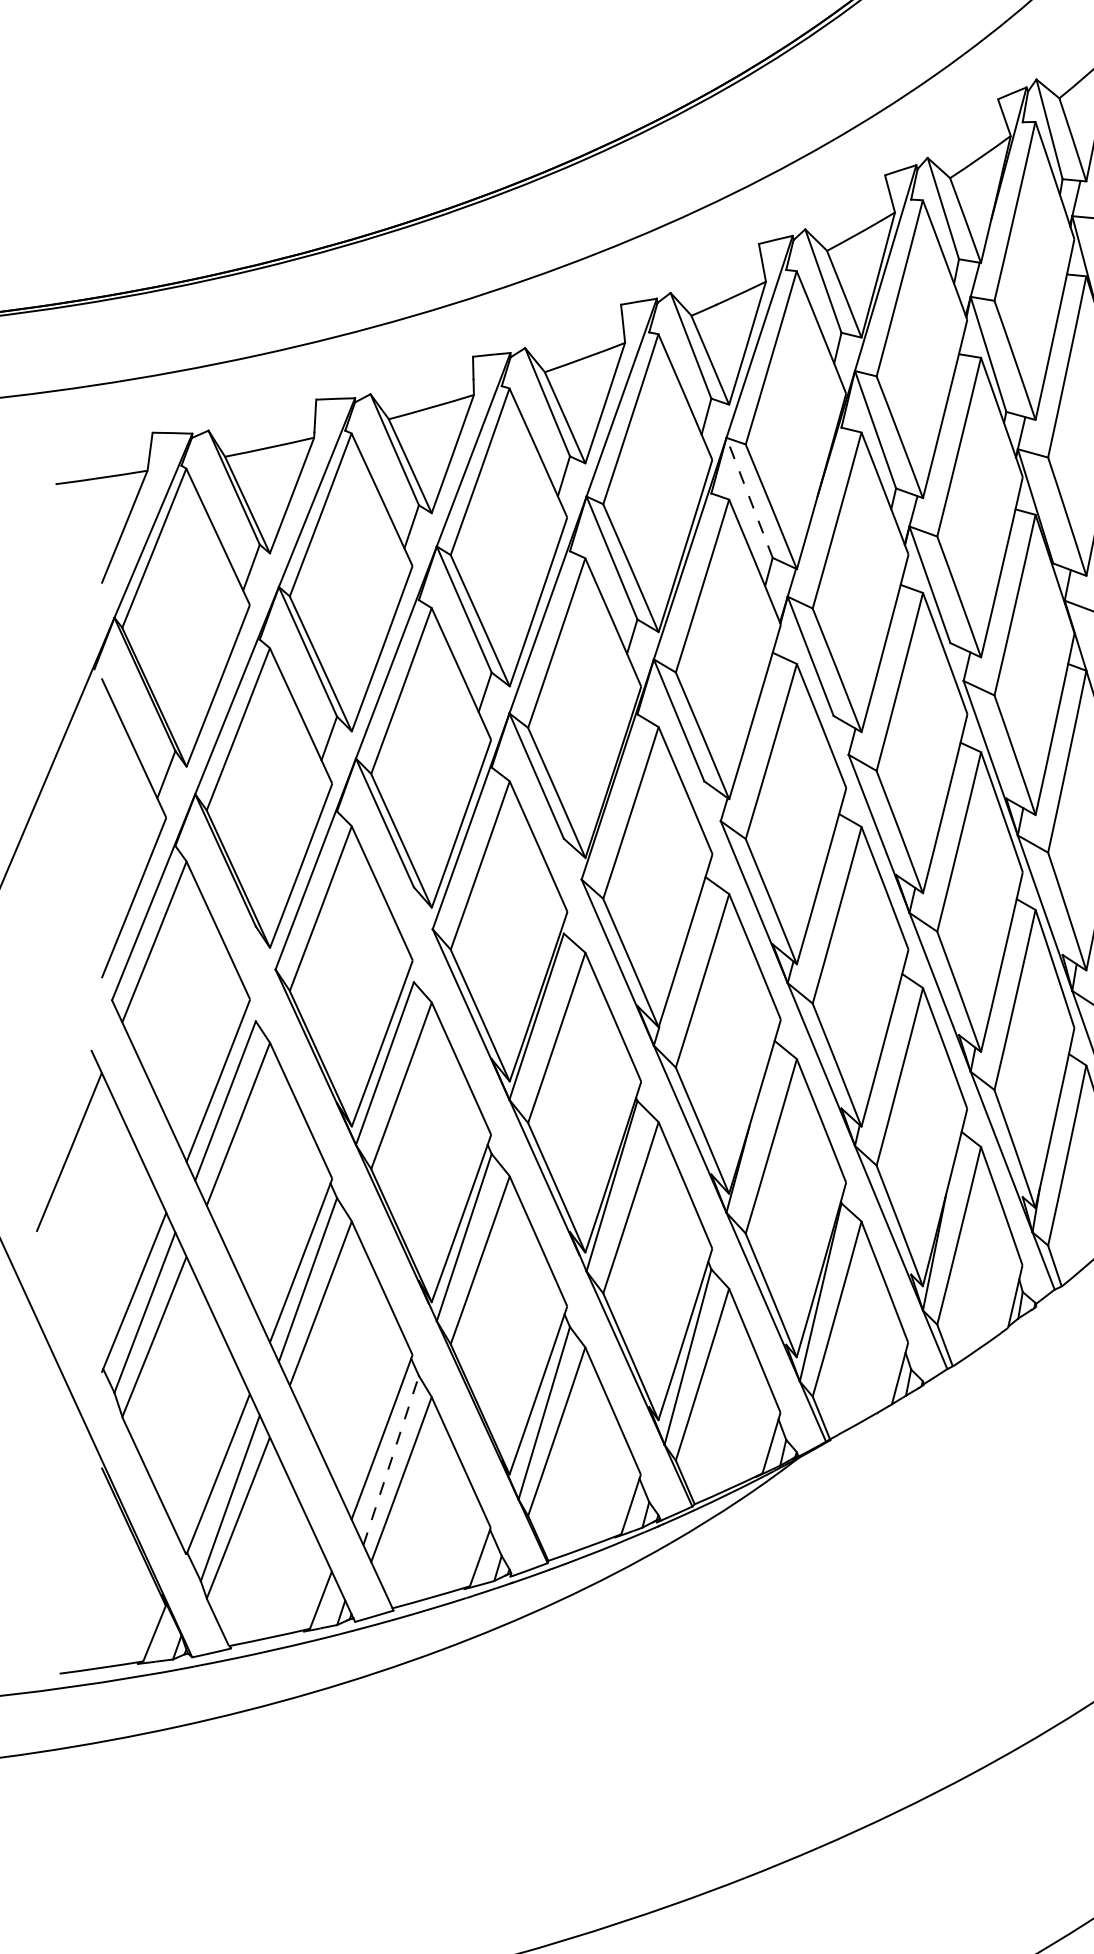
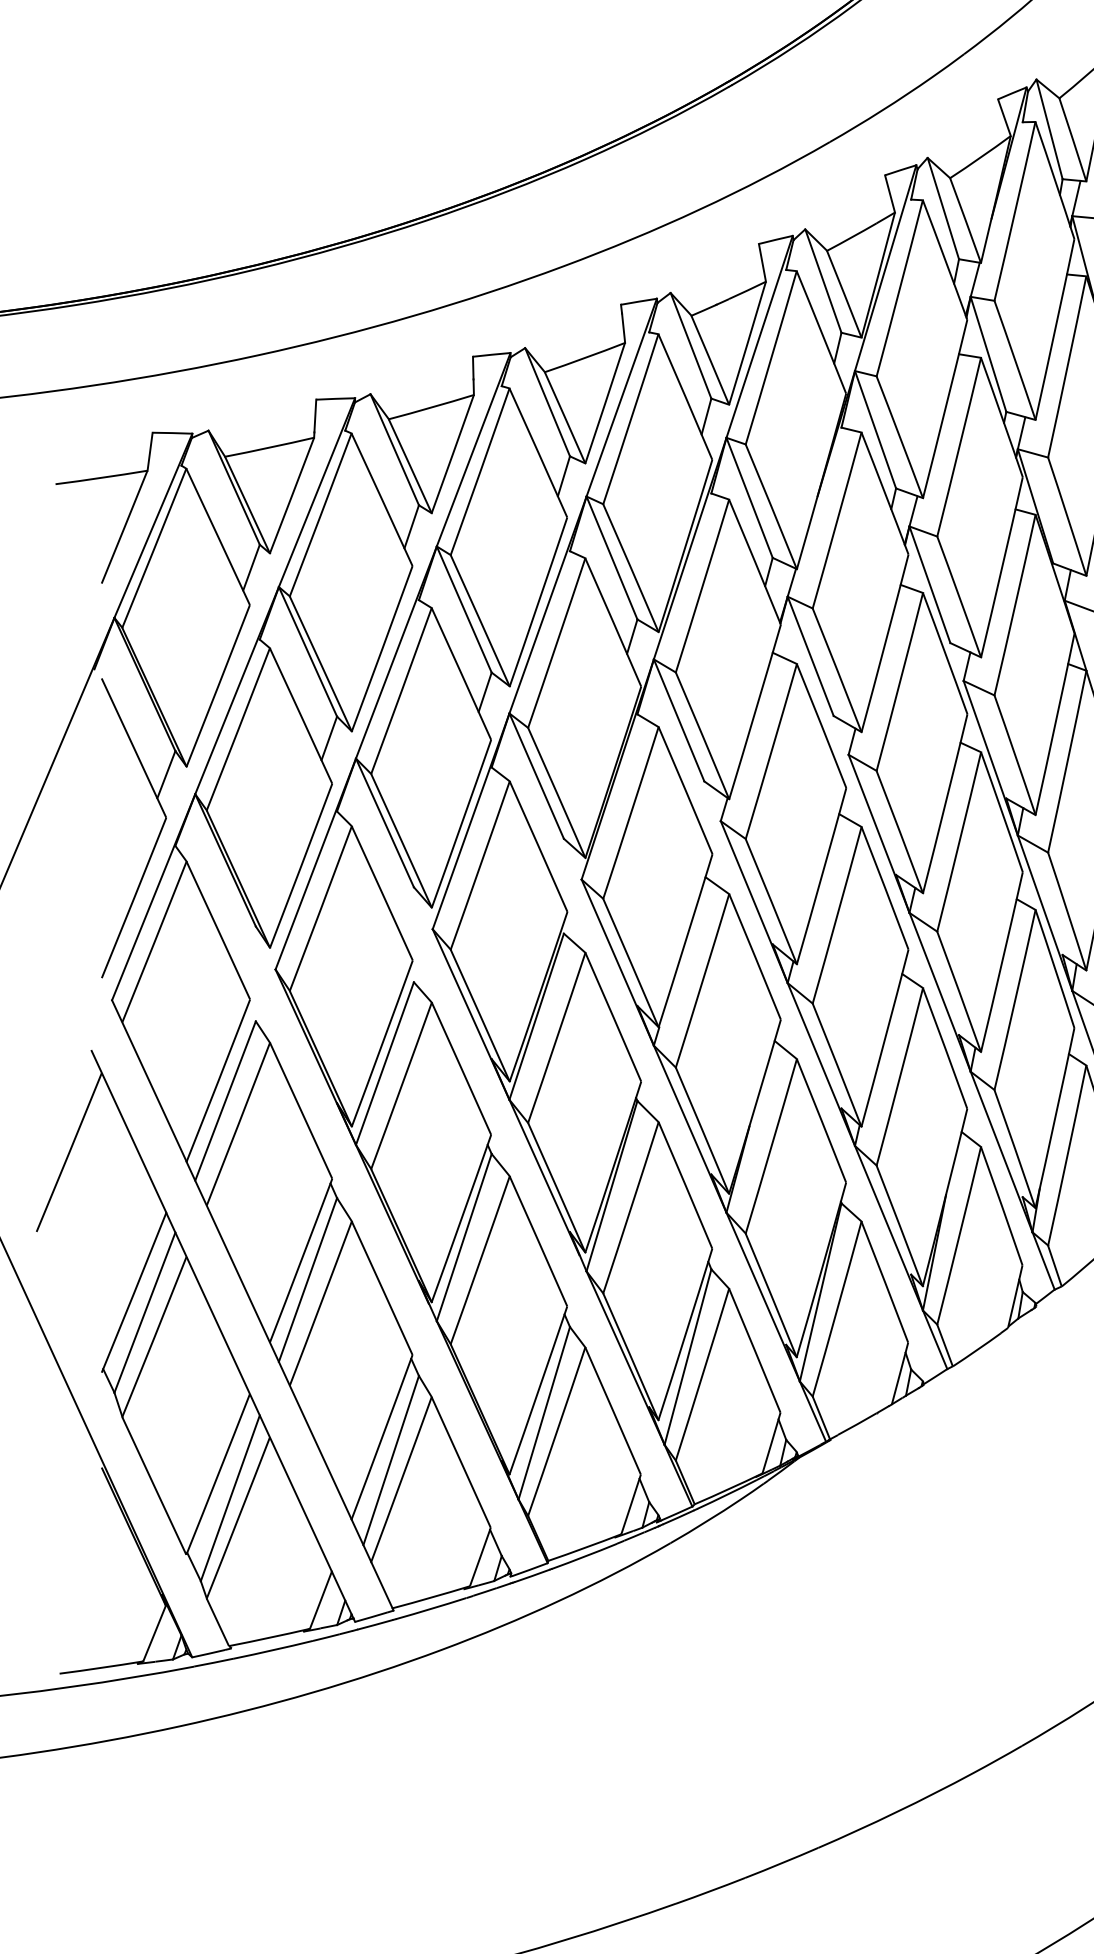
line at (749, 497): dashed -> solid
line at (391, 1460): dashed -> solid
